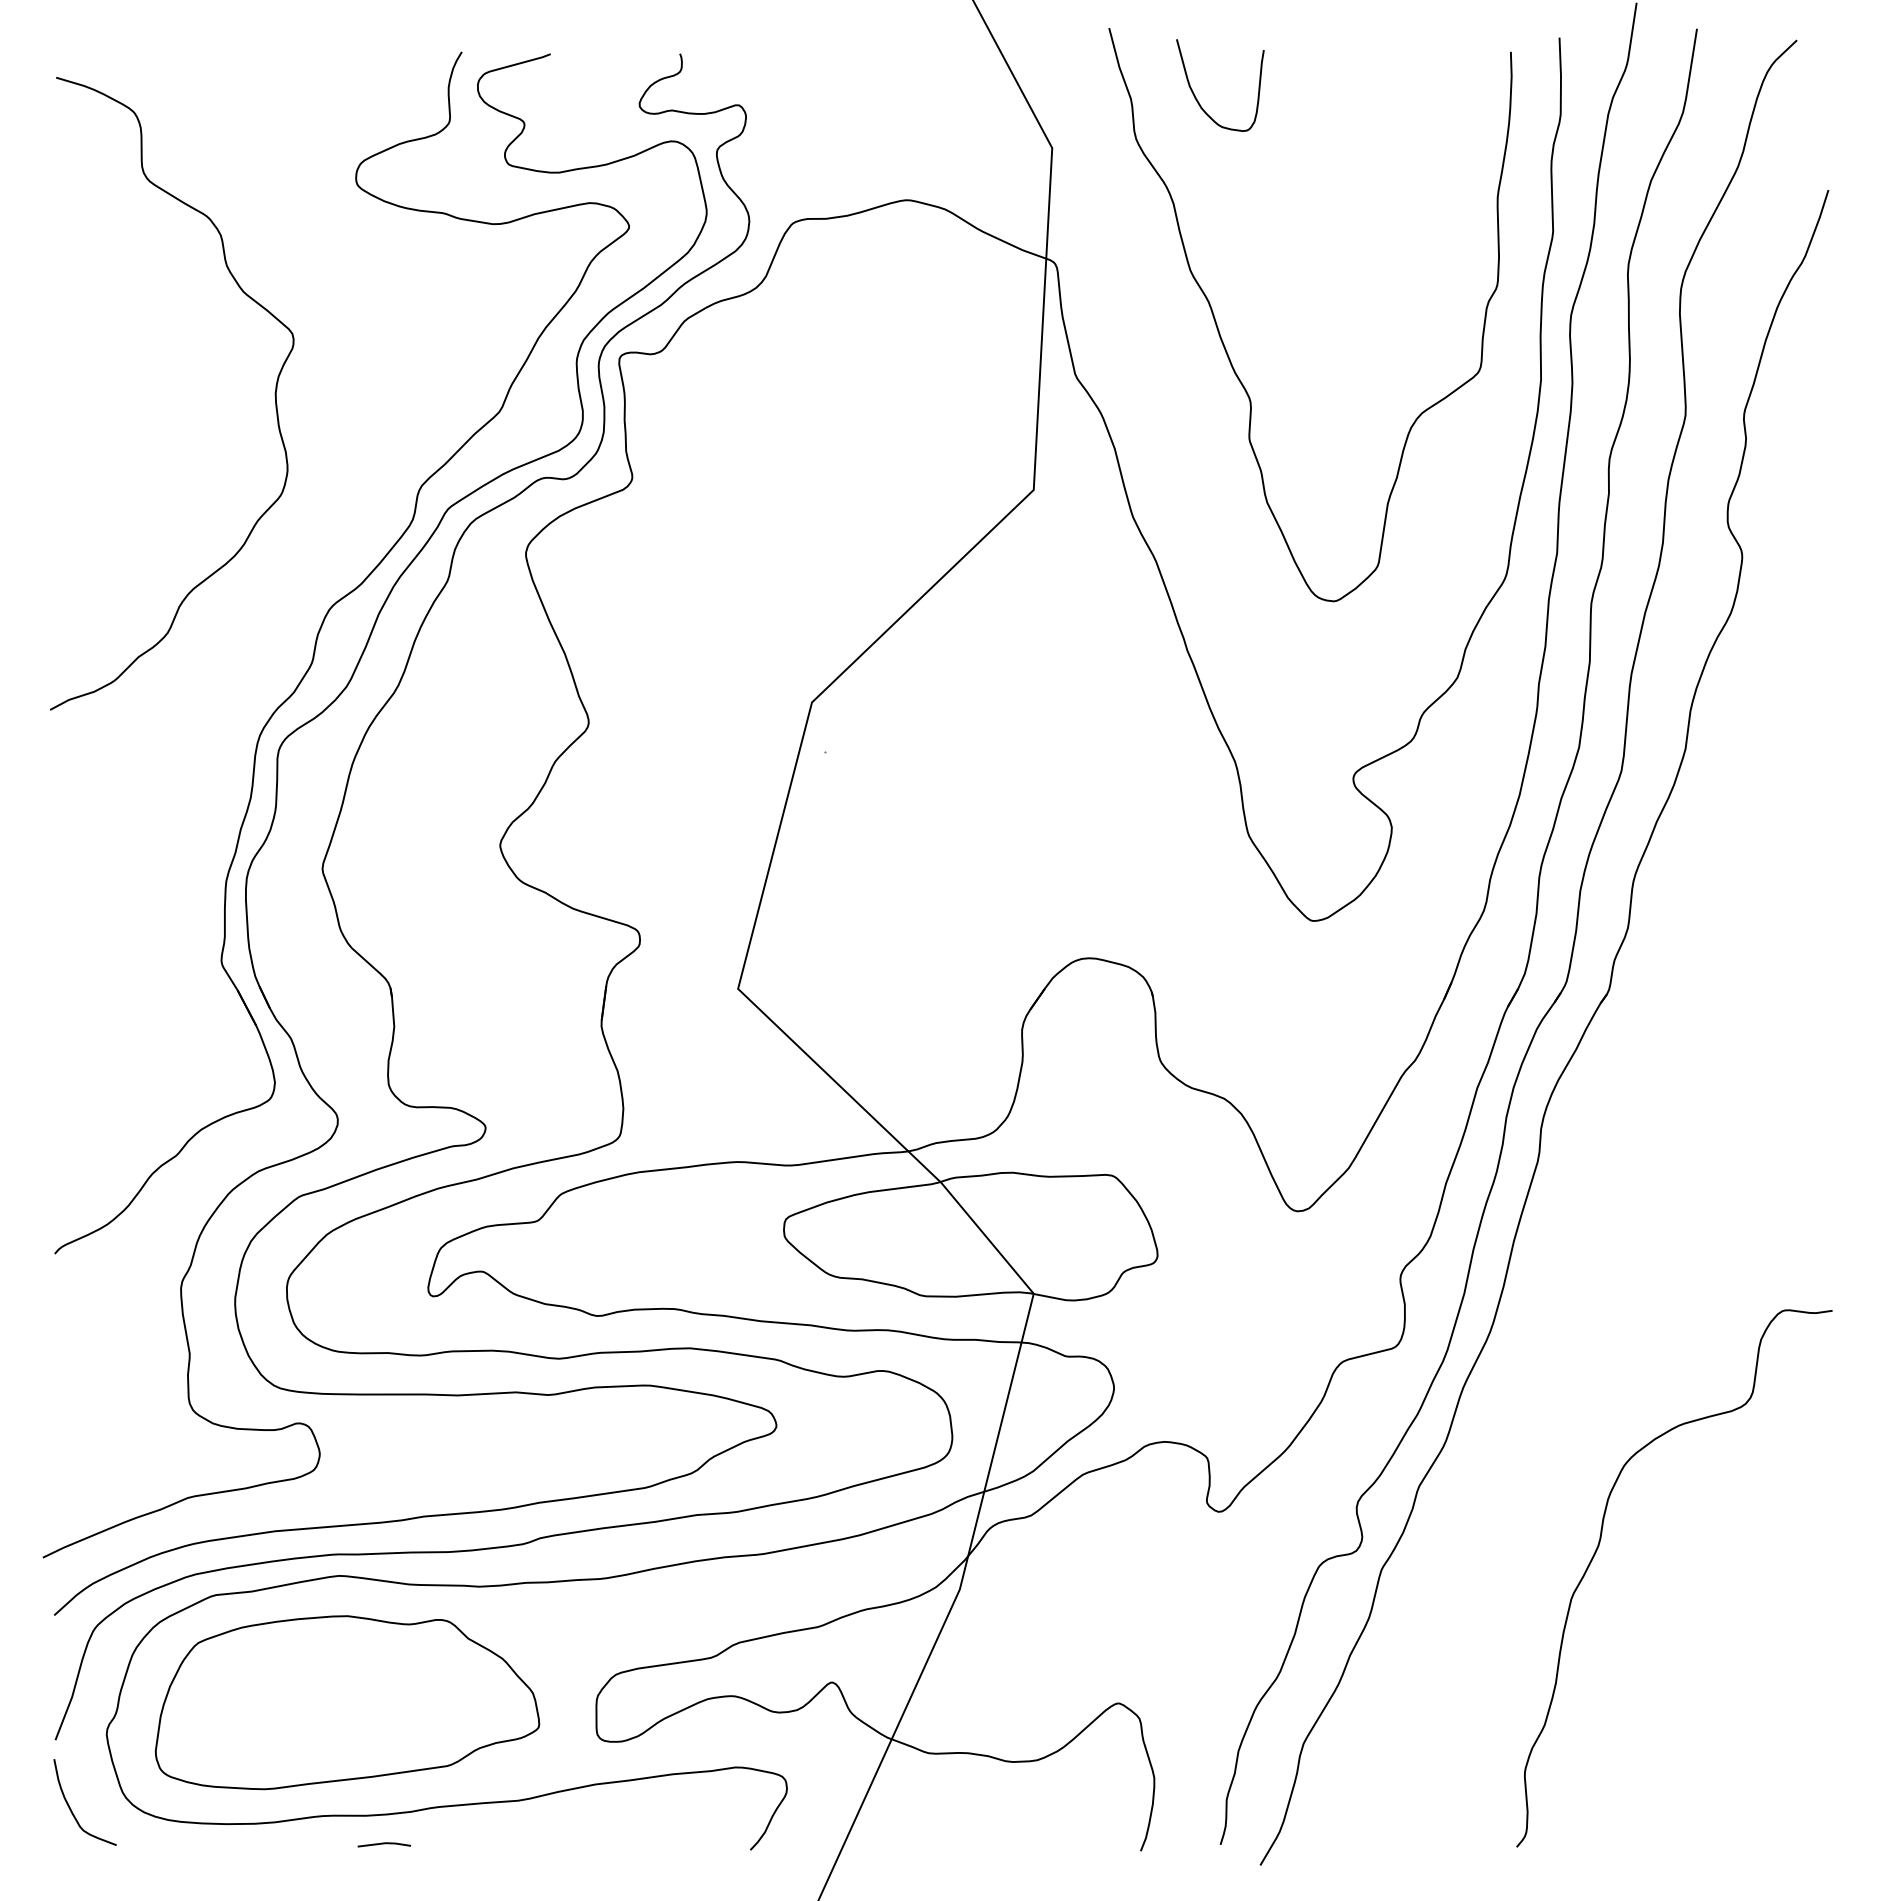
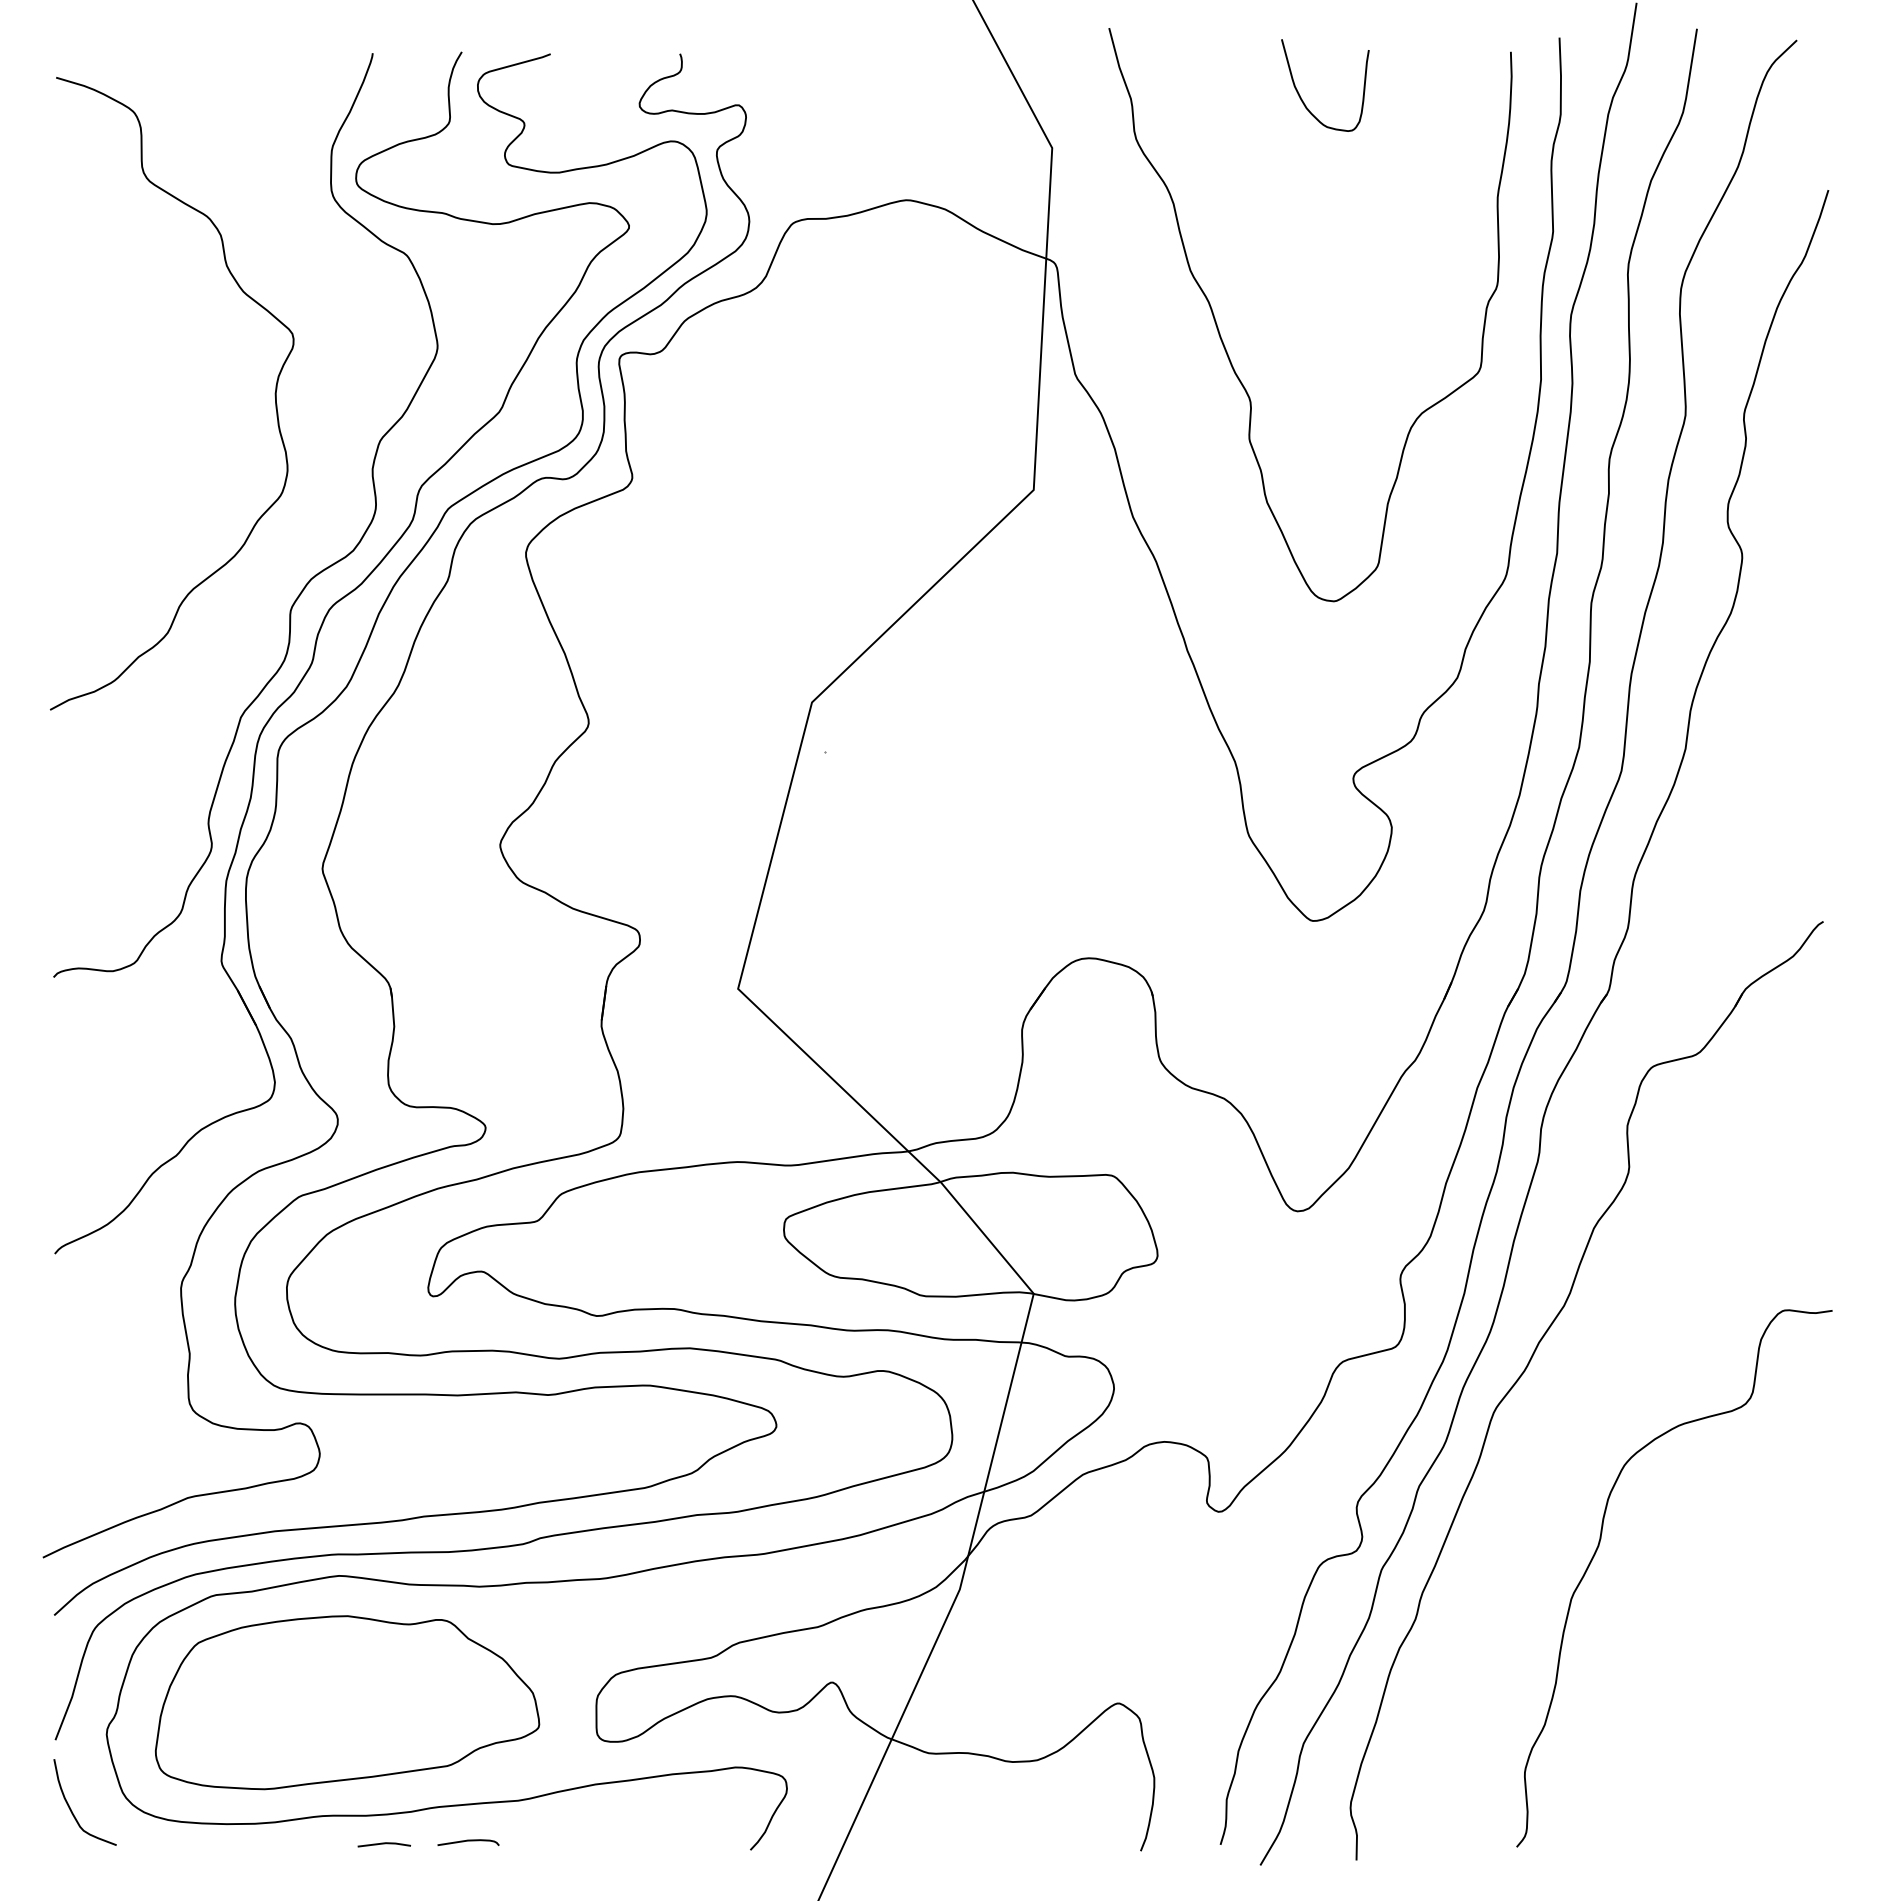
curve at (1198, 100) position: (1198, 100) -> (1303, 100)
curve at (309, 579): none -> present
part at (1530, 1362): none -> present
curve at (468, 1841): none -> present
